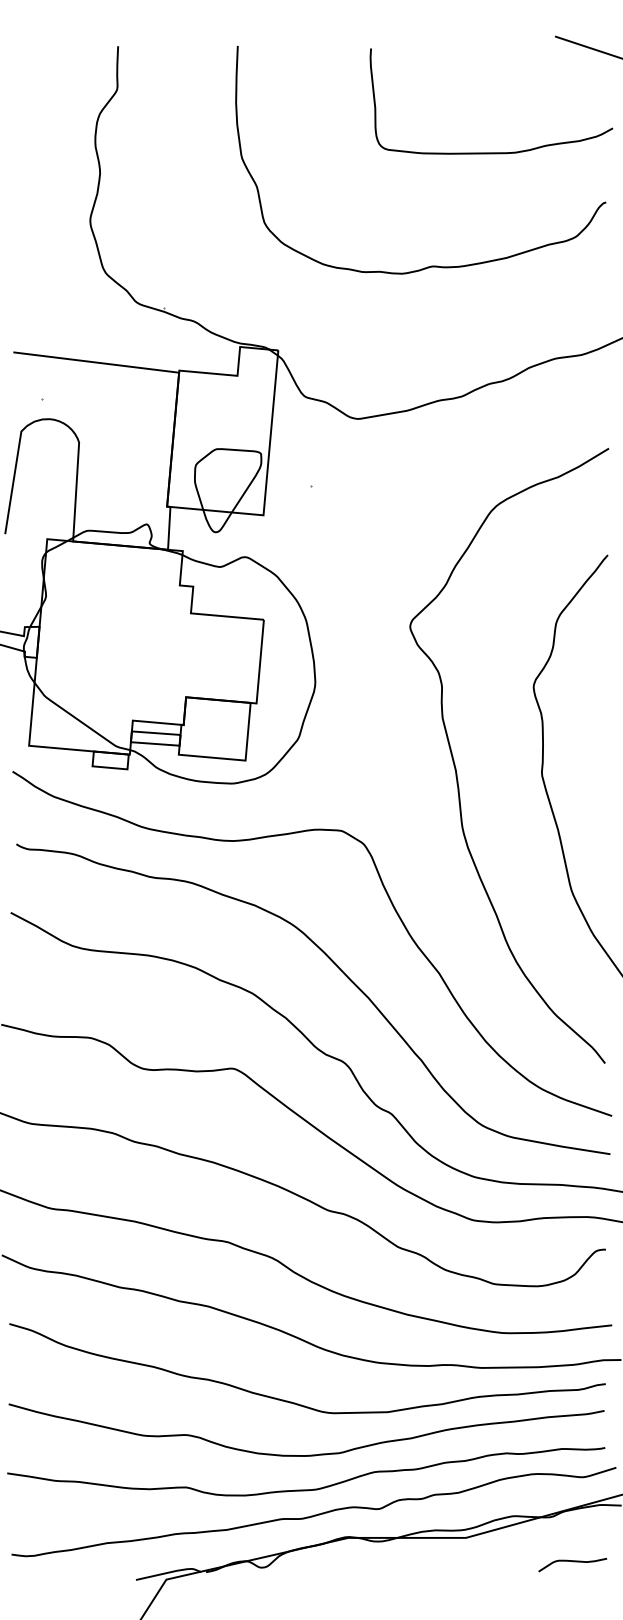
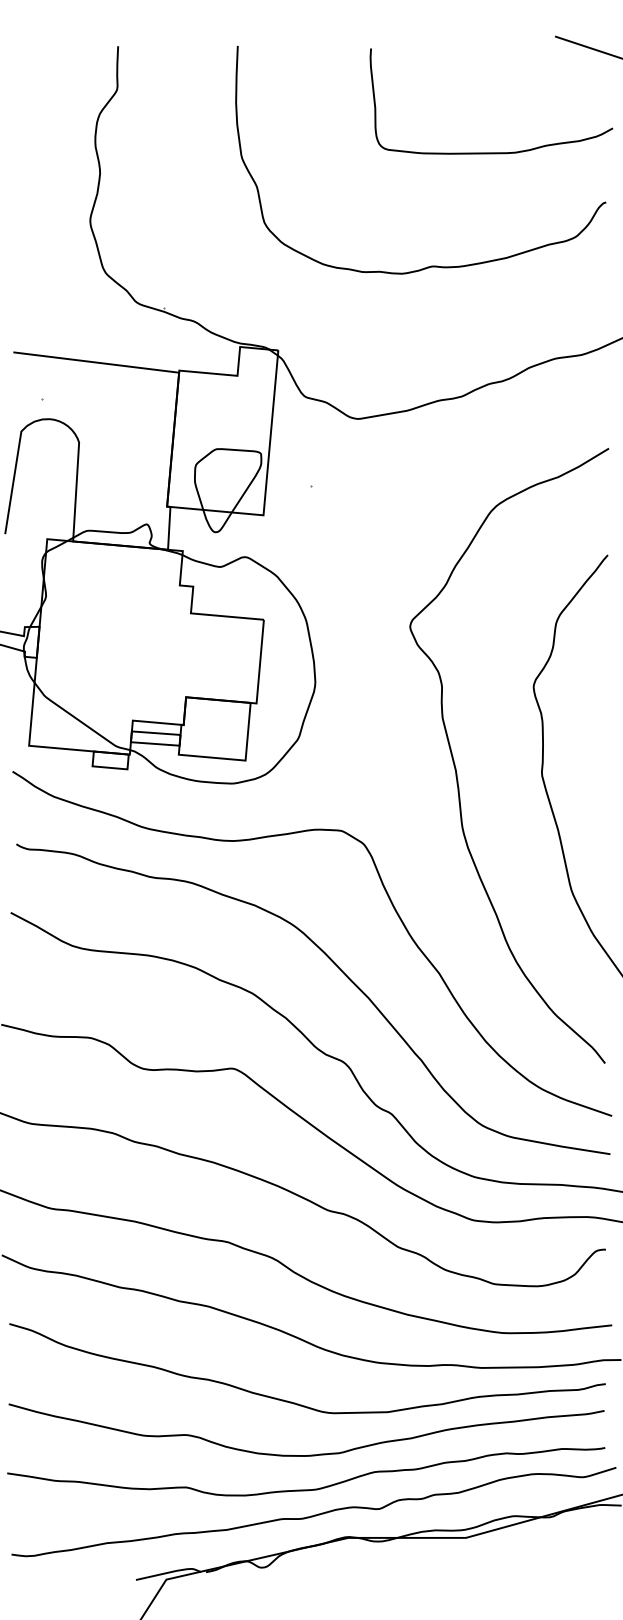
curve at (573, 1562): present -> none
